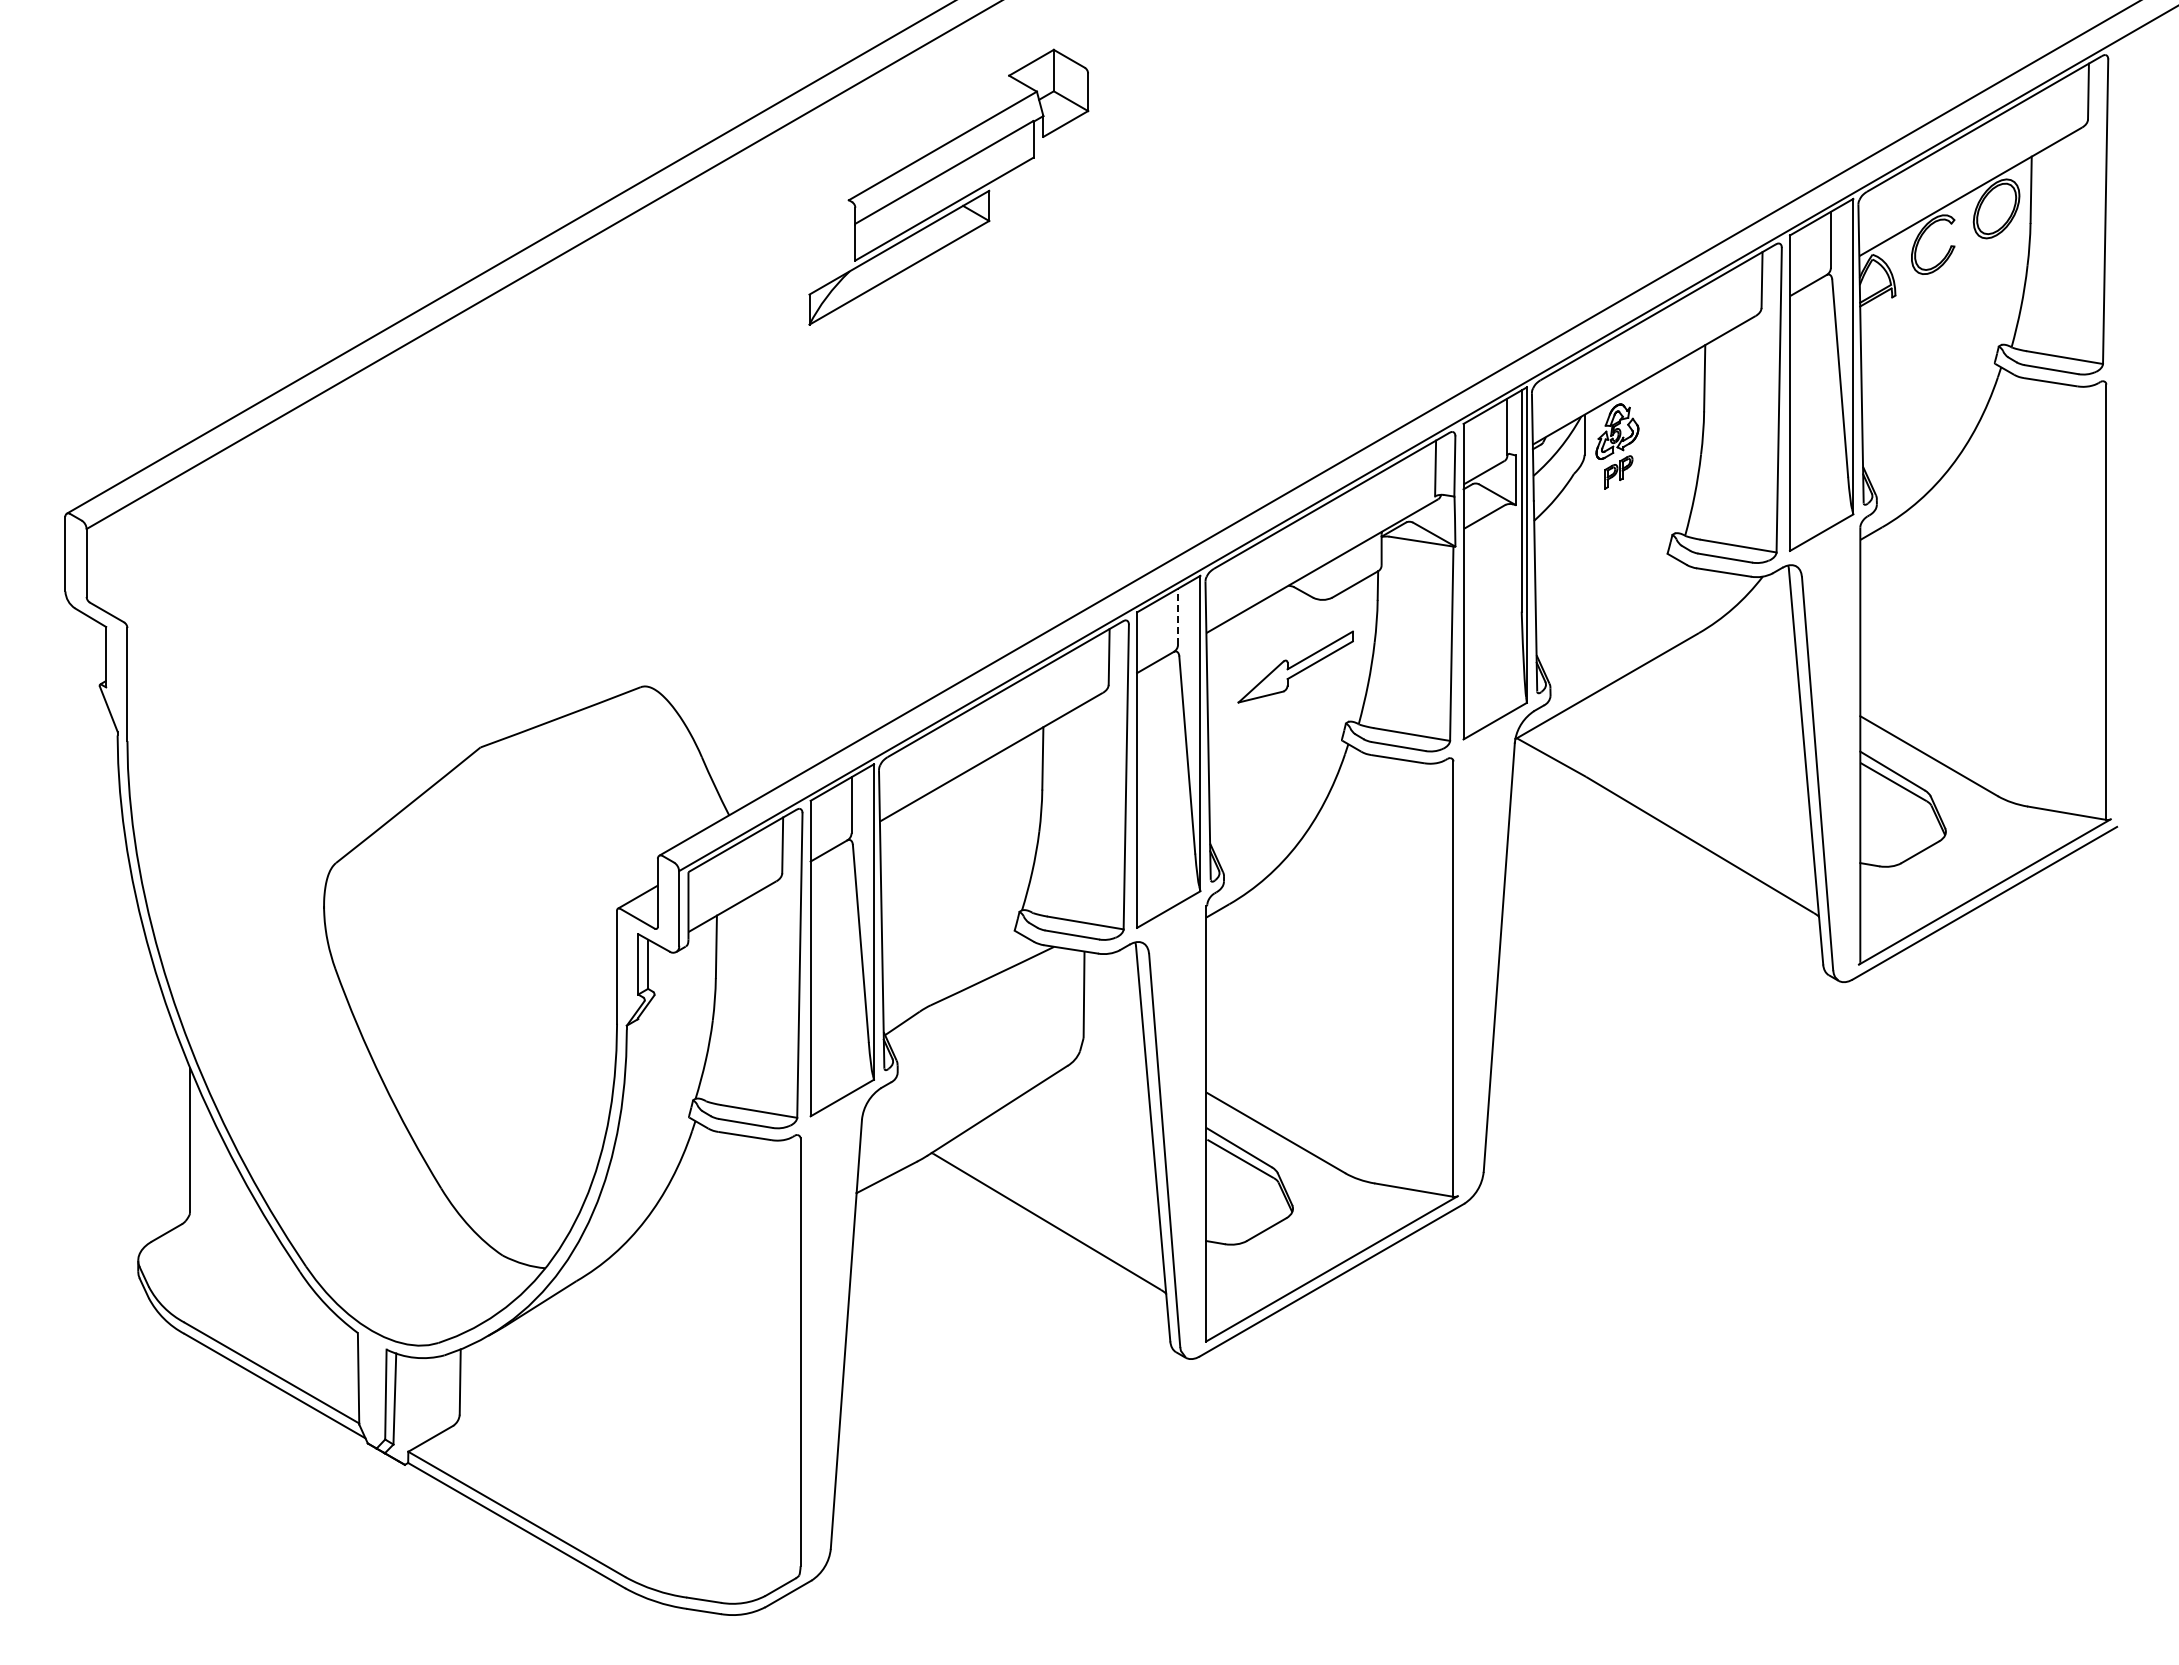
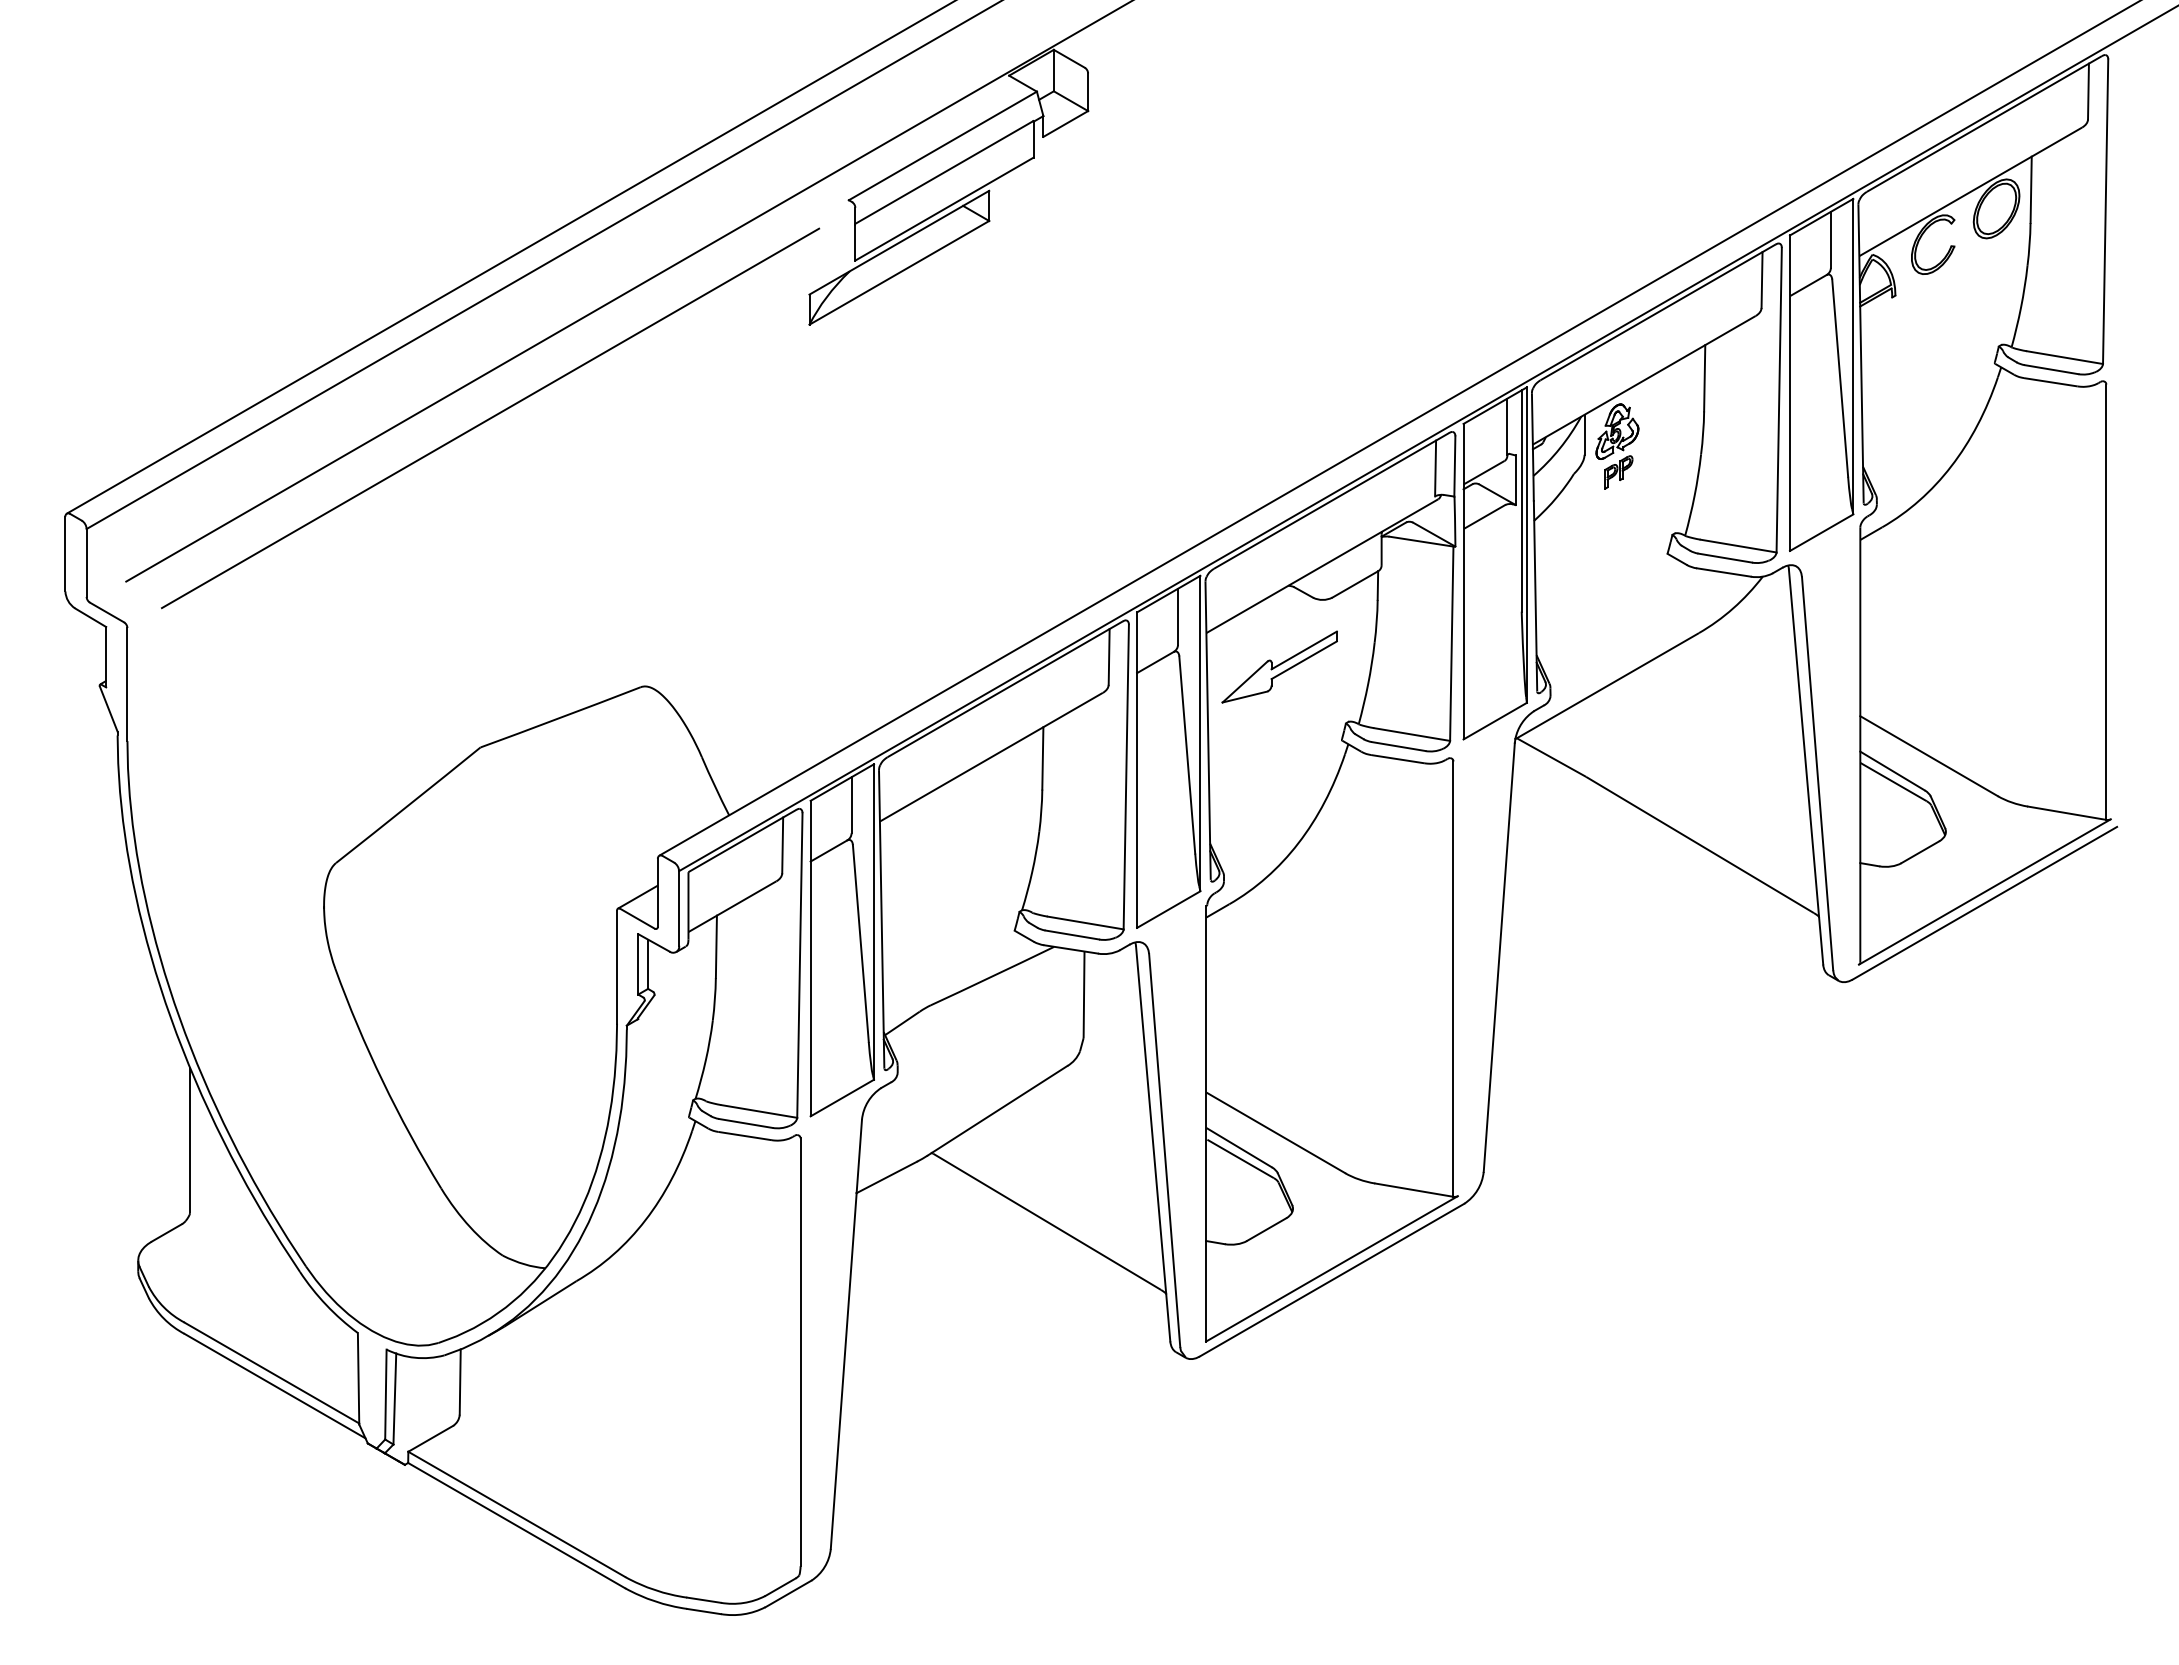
line at (628, 291): none -> present
line at (490, 418): none -> present
line at (1178, 616): dashed -> solid
part at (1295, 666) position: (1295, 666) -> (1279, 666)
